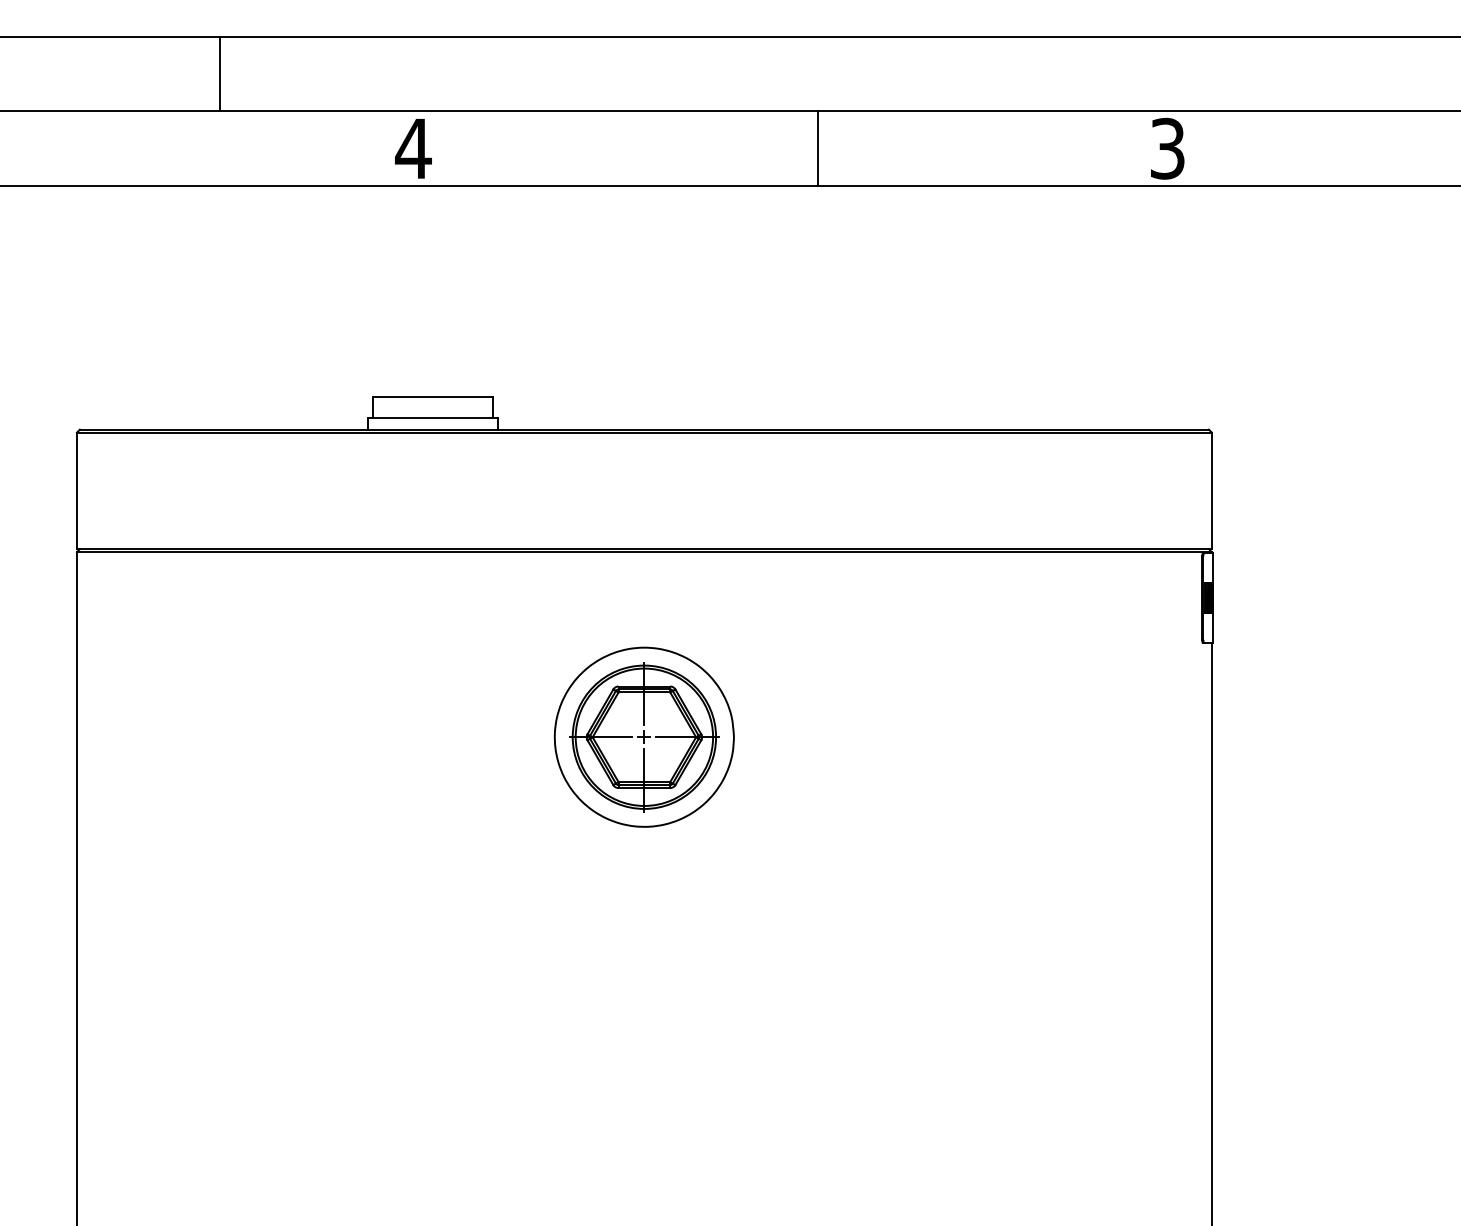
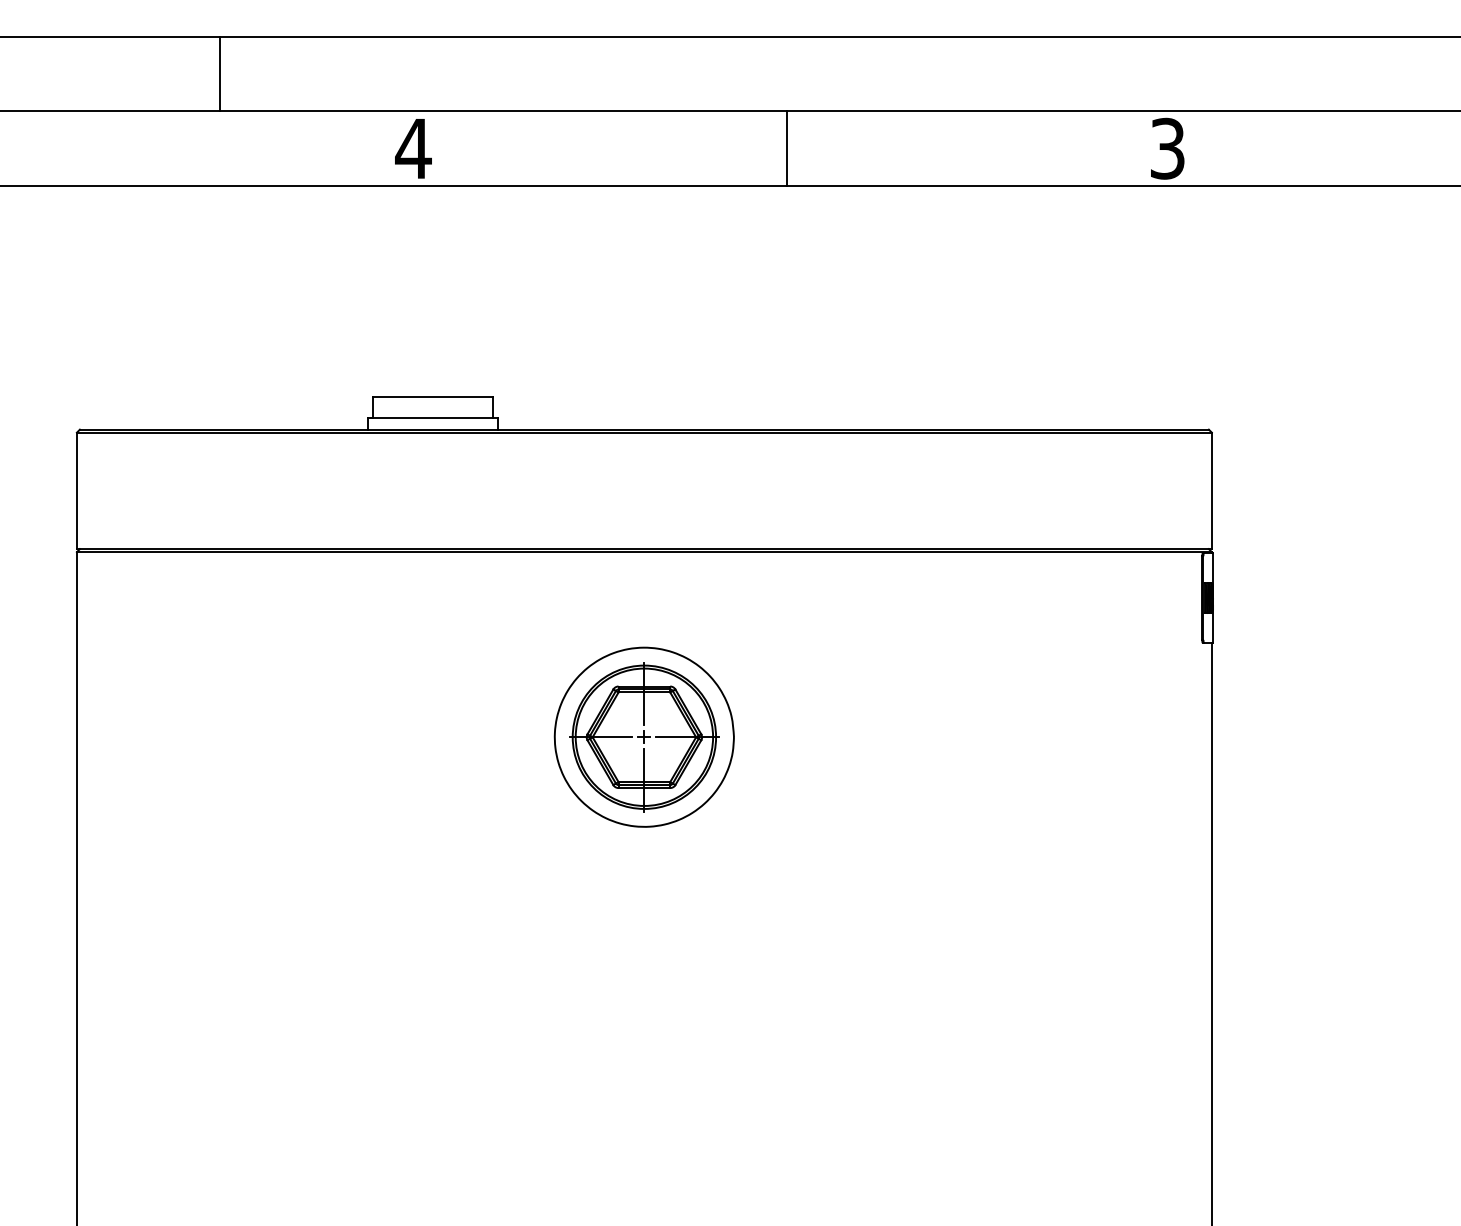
line at (818, 148) position: (818, 148) -> (787, 148)
